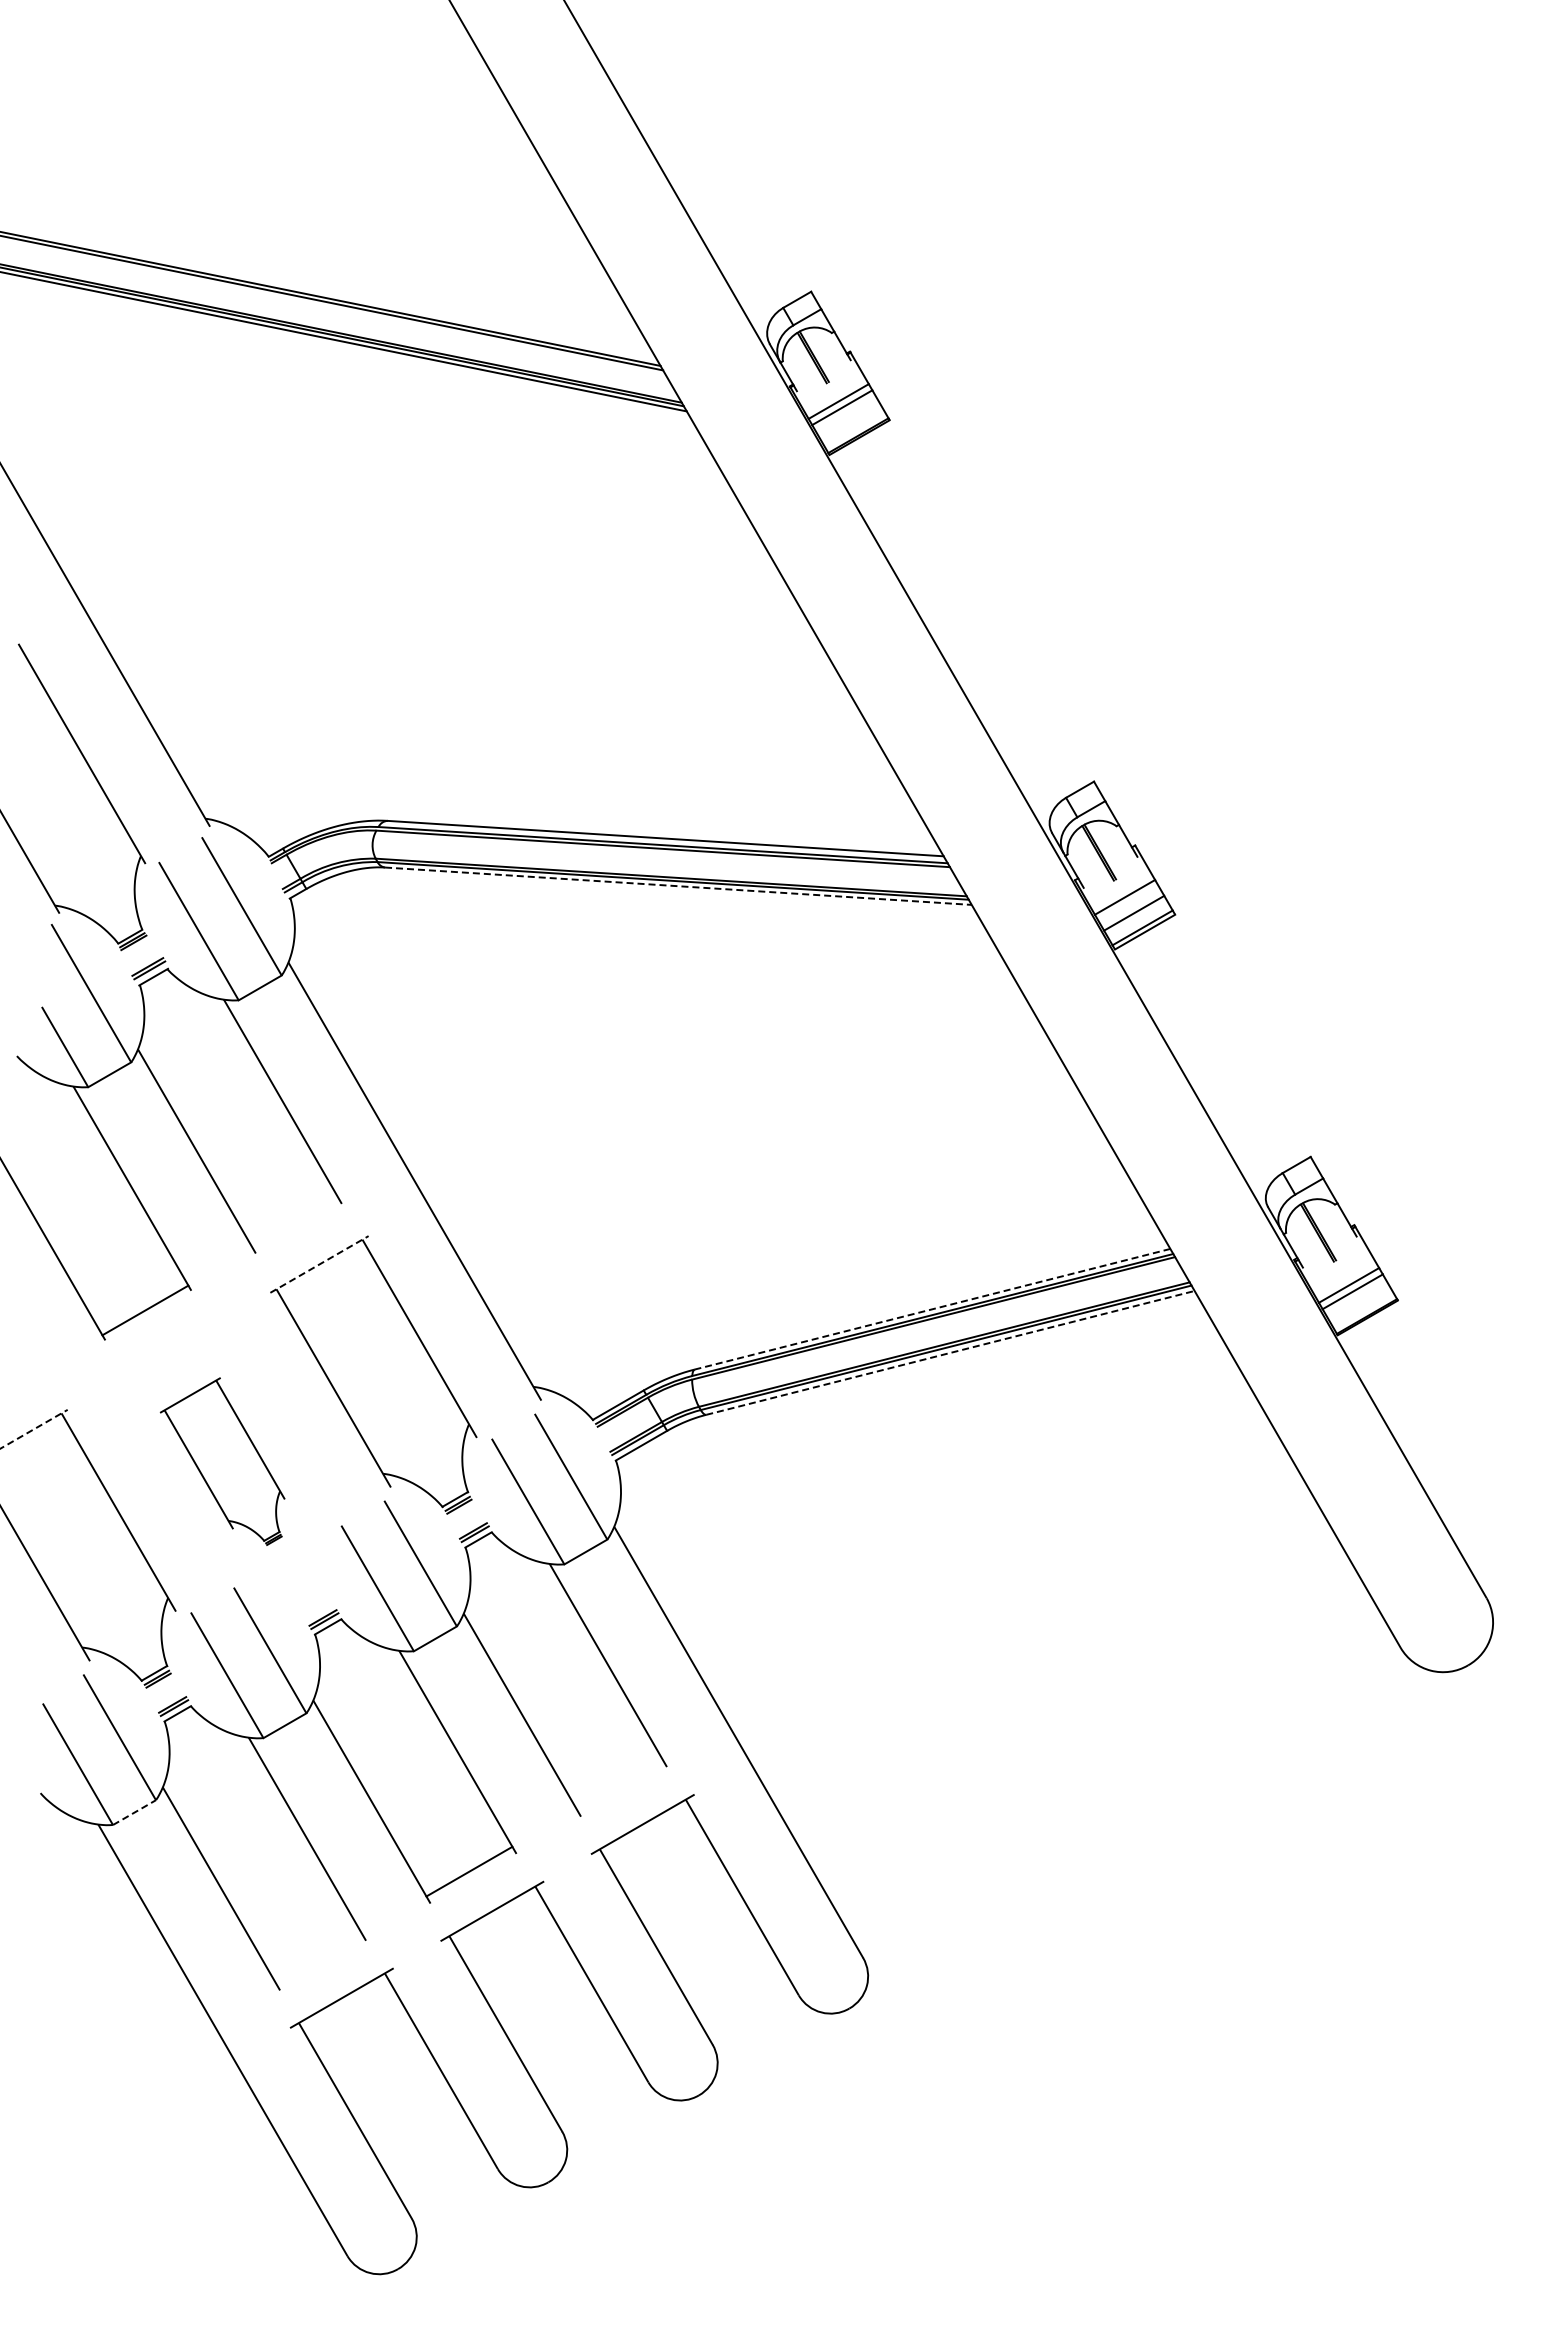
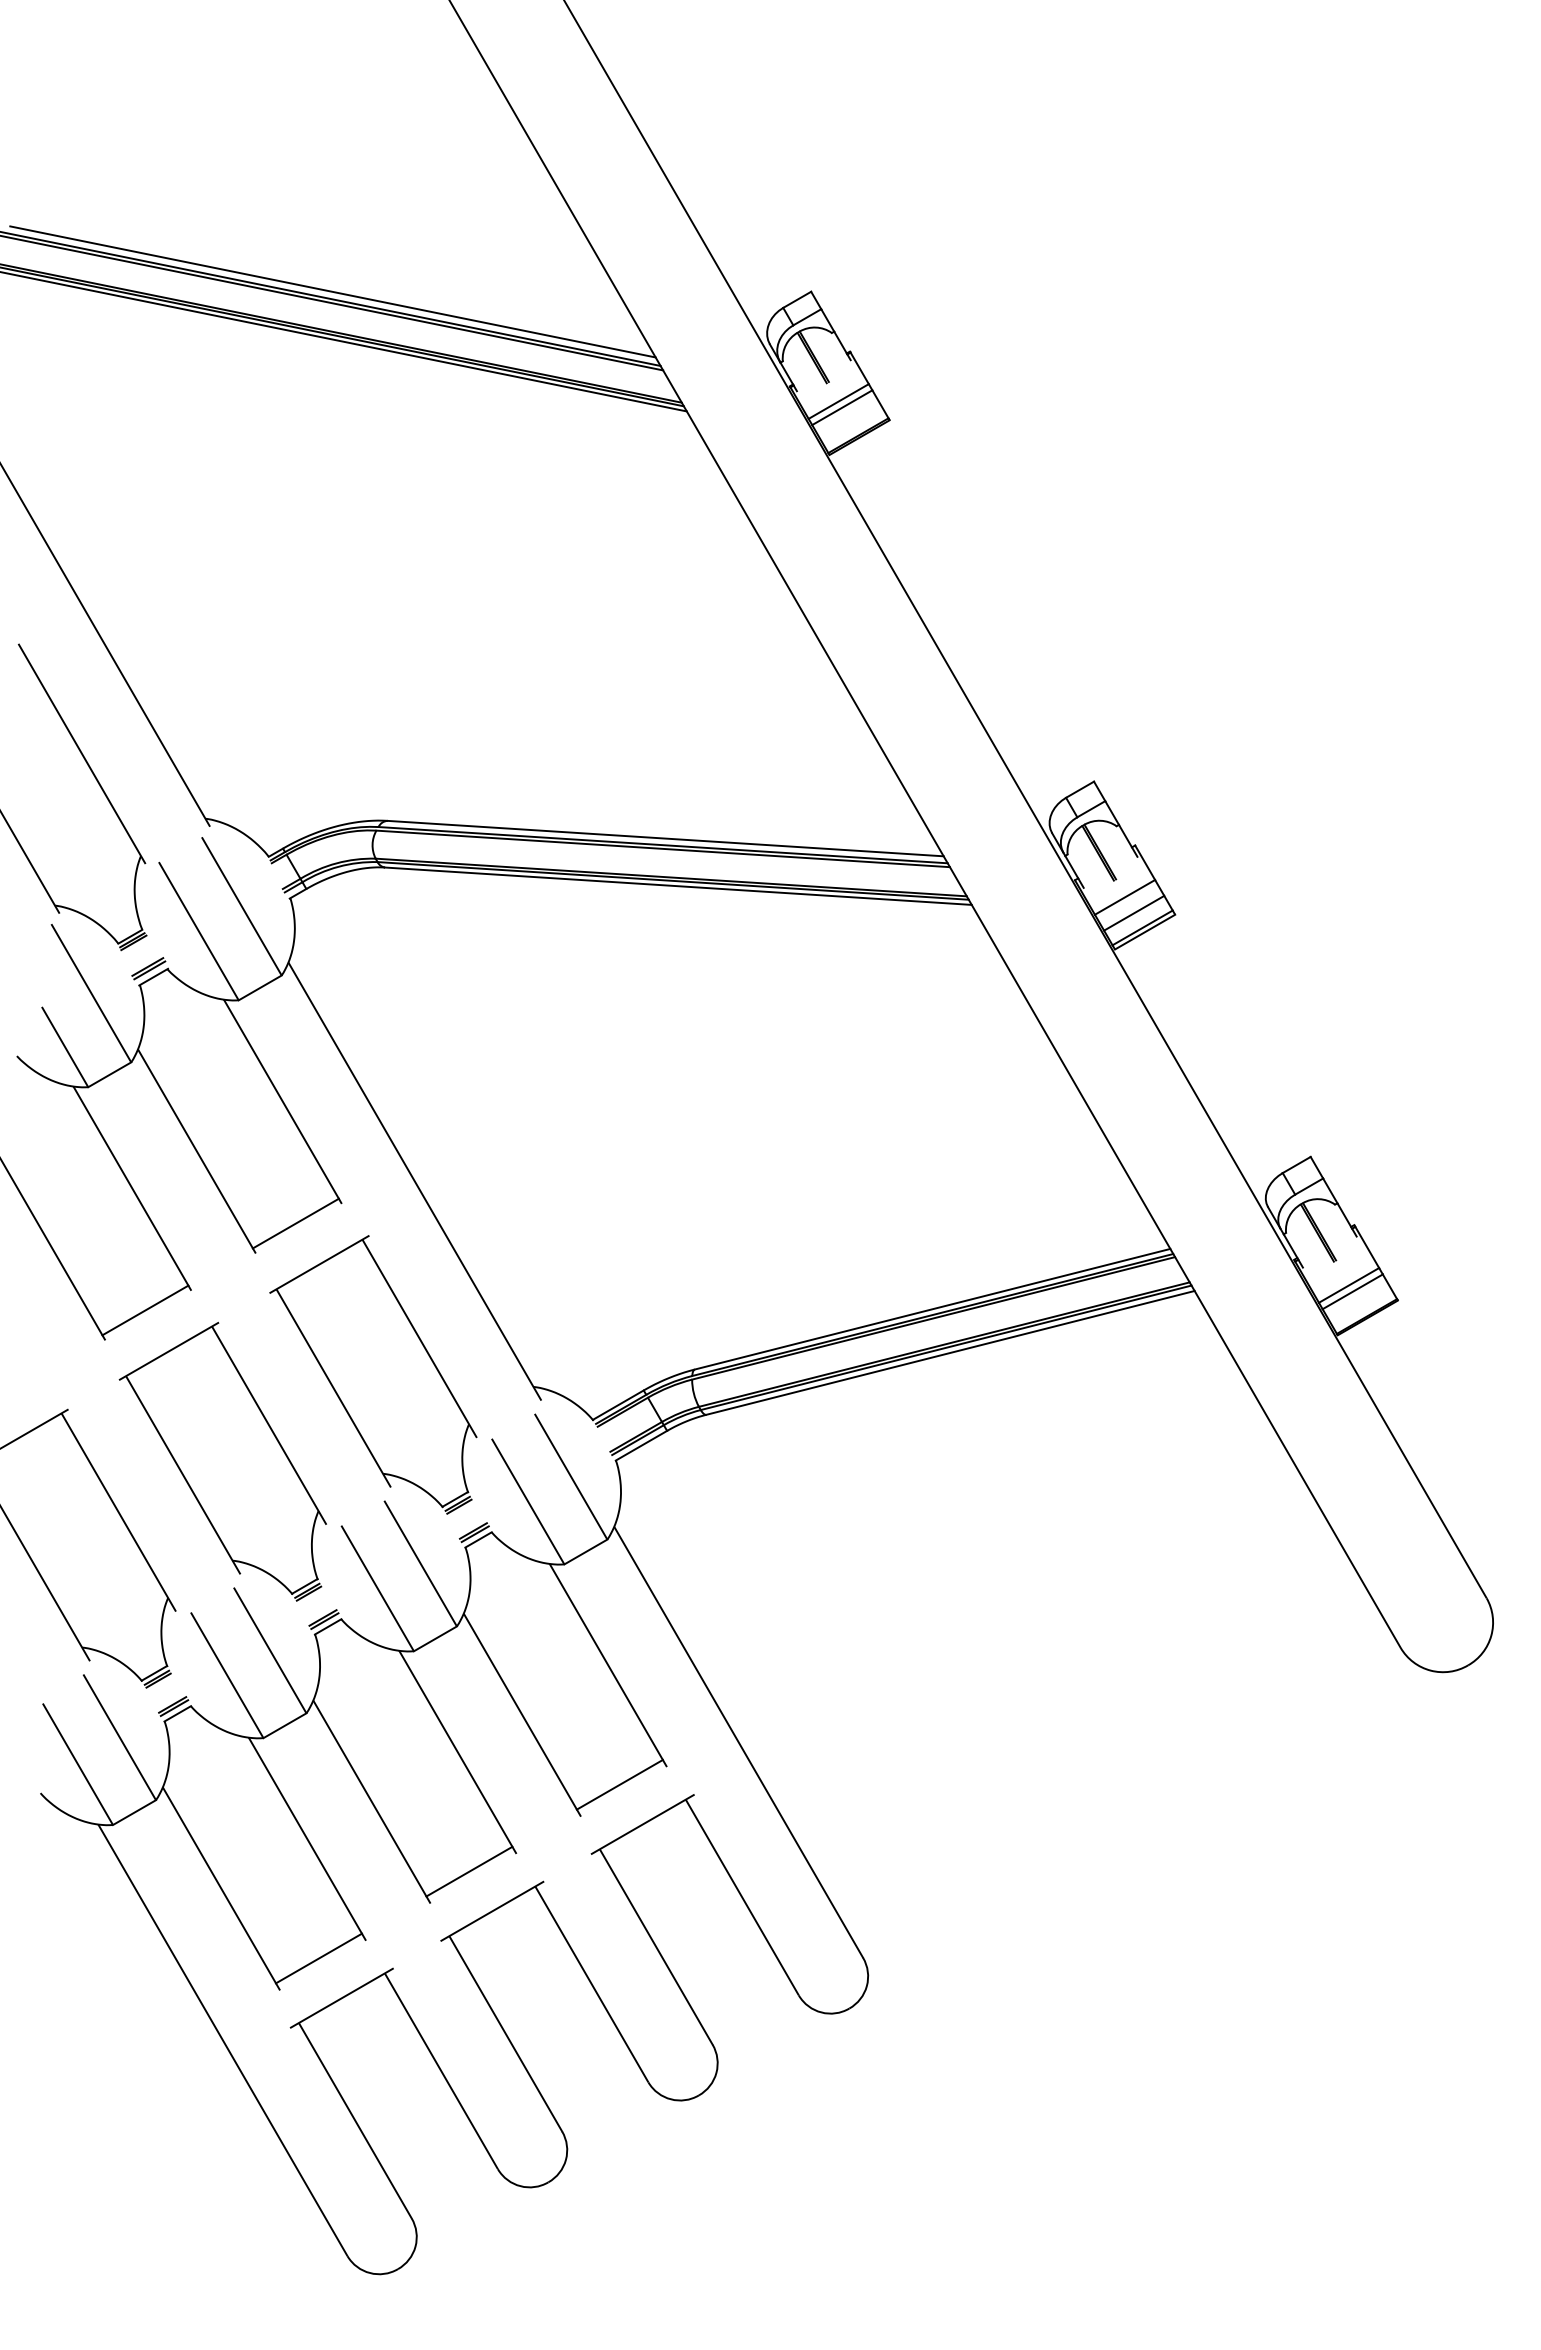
line at (332, 291): none -> present
line at (678, 886): dashed -> solid
line at (295, 1223): none -> present
line at (319, 1264): dashed -> solid
line at (932, 1309): dashed -> solid
line at (950, 1352): dashed -> solid
line at (34, 1429): dashed -> solid
part at (222, 1461) size: 127x169 px -> 209x281 px
line at (619, 1784): none -> present
line at (134, 1812): dashed -> solid
line at (318, 1958): none -> present
